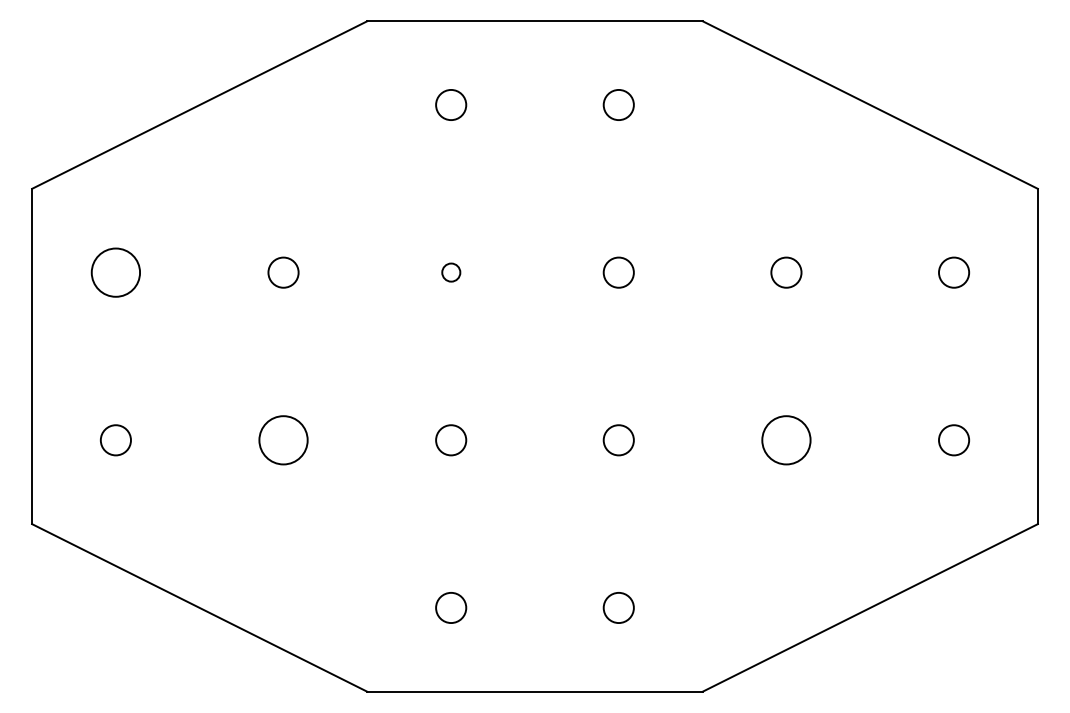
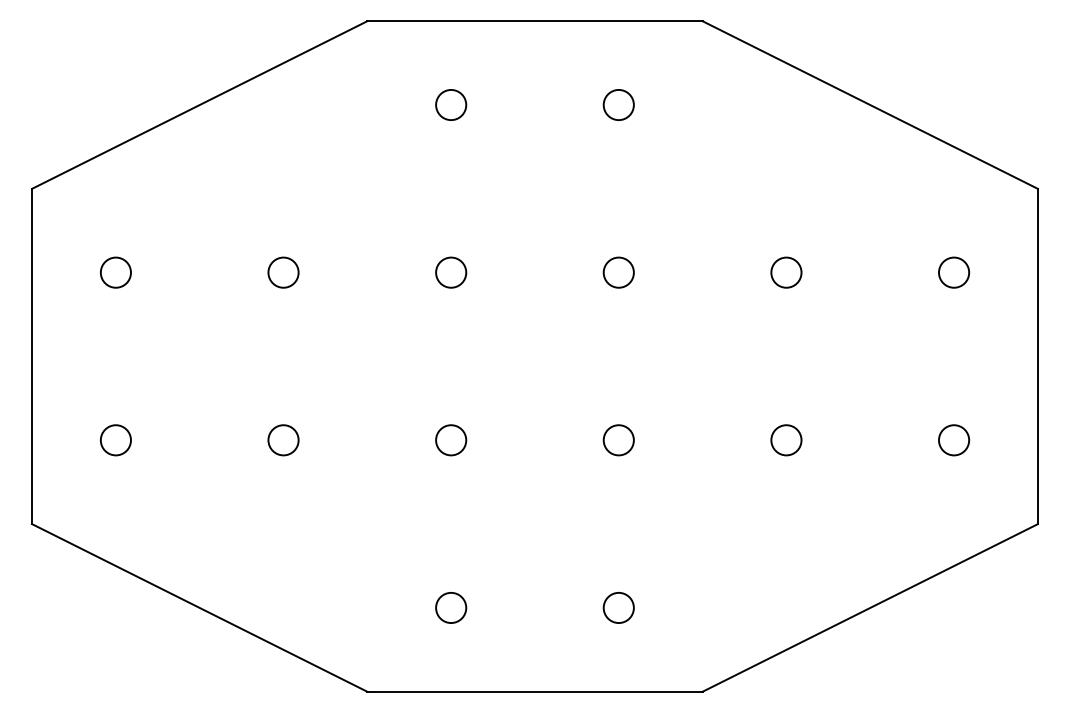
circle at (115, 272) diameter: 48 px -> 30 px
circle at (451, 272) size: 21x21 px -> 33x33 px
circle at (283, 440) diameter: 48 px -> 30 px
circle at (786, 440) diameter: 48 px -> 30 px
